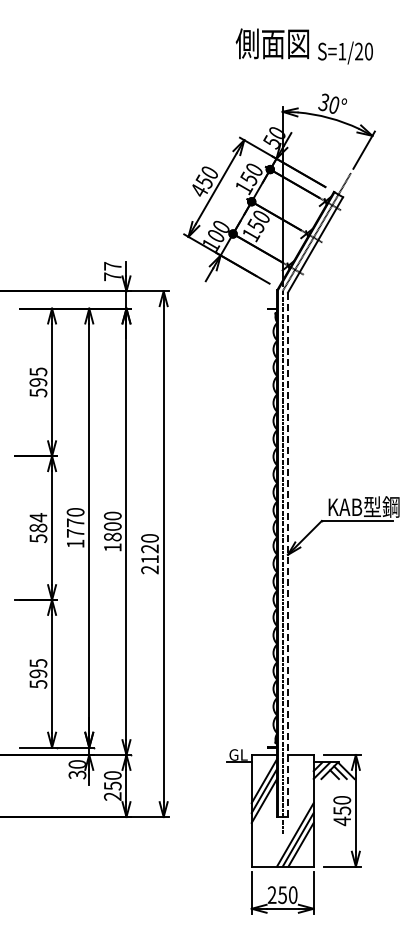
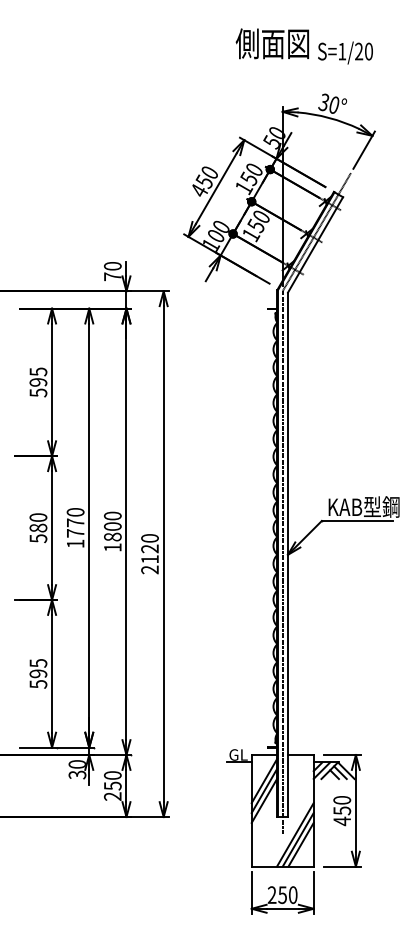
text at (112, 266): 77 -> 70
text at (38, 517): 584 -> 580
line at (287, 555): dashed -> solid
